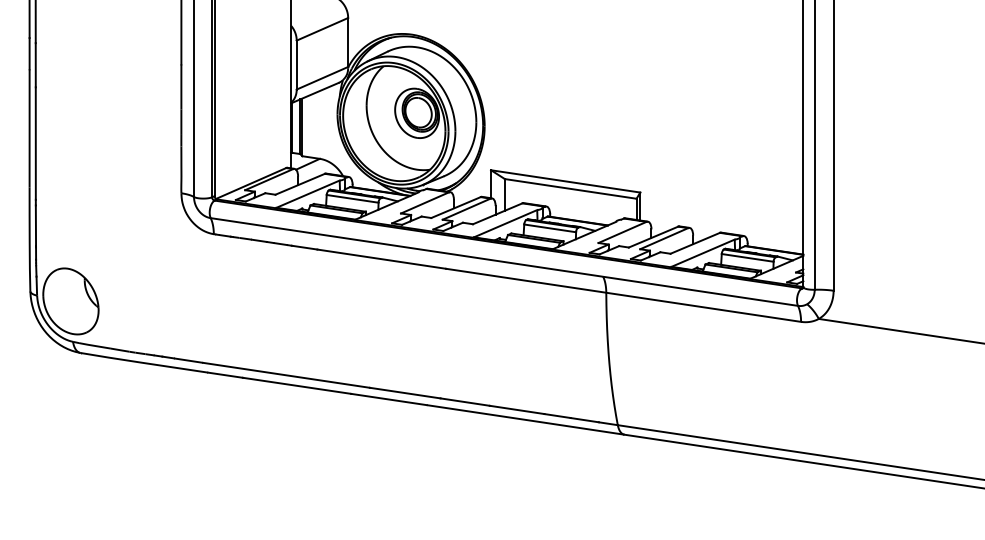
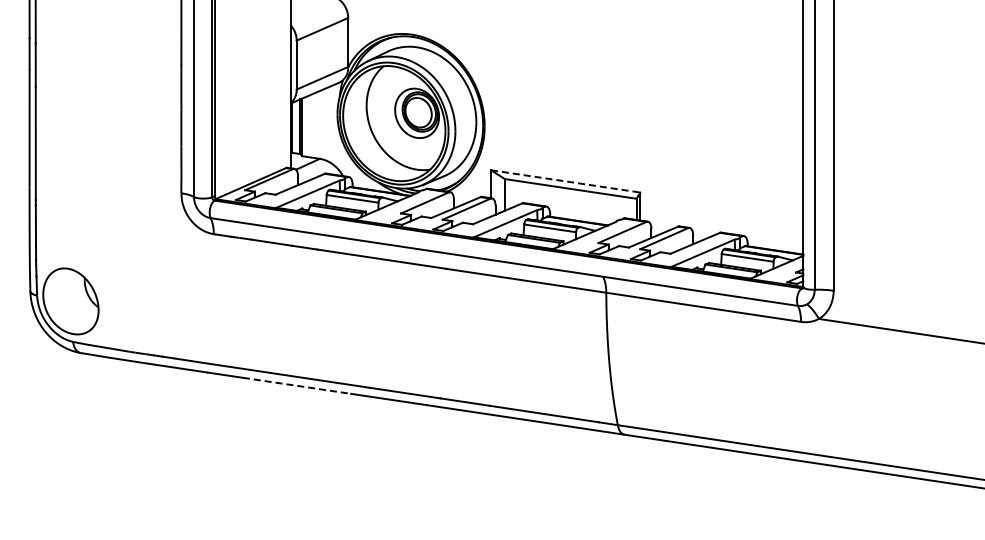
line at (566, 181): solid -> dashed
line at (297, 385): solid -> dashed
